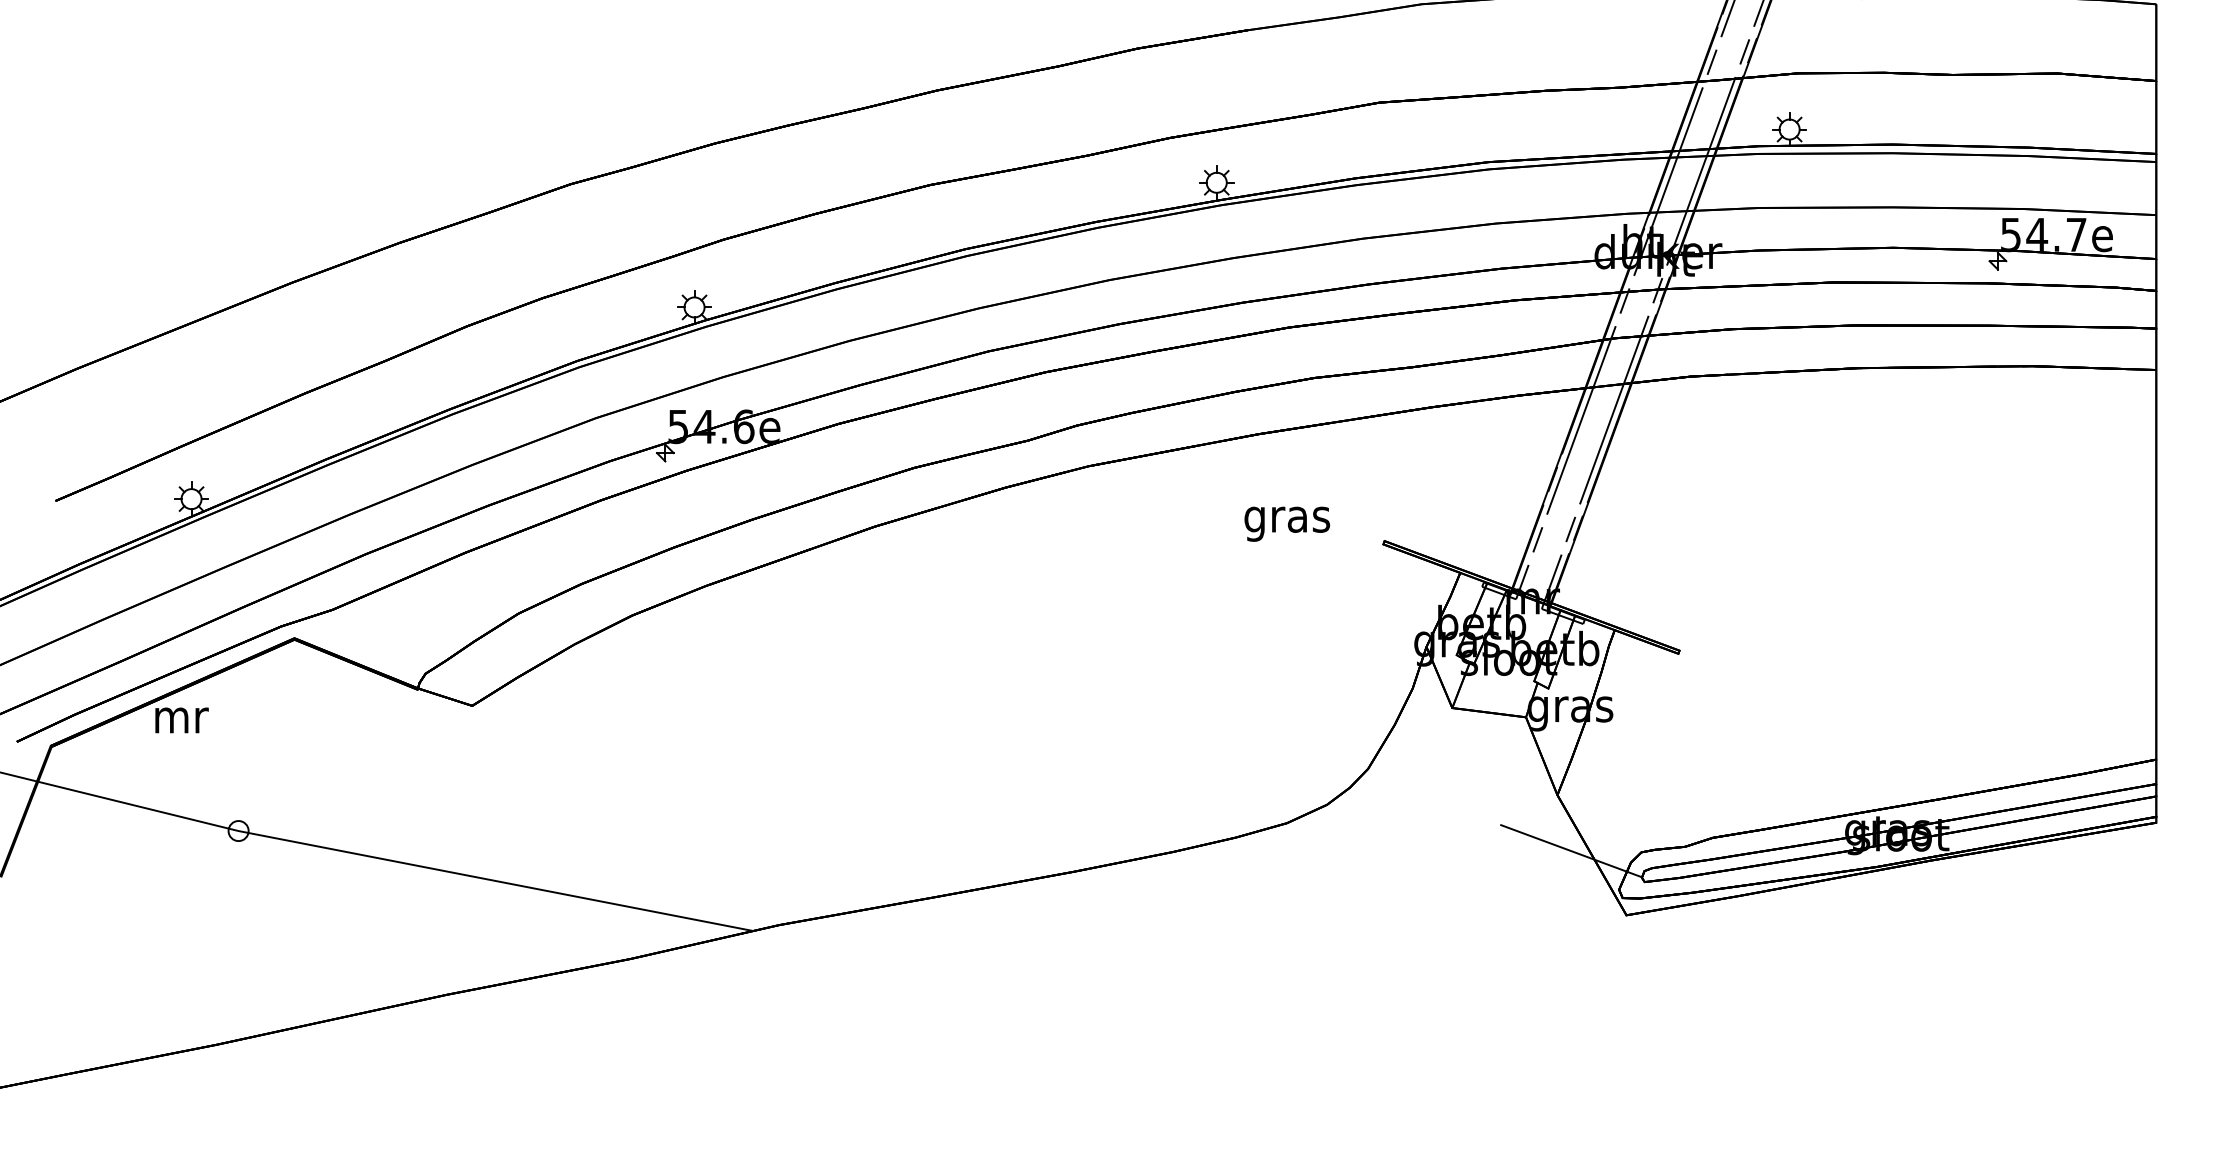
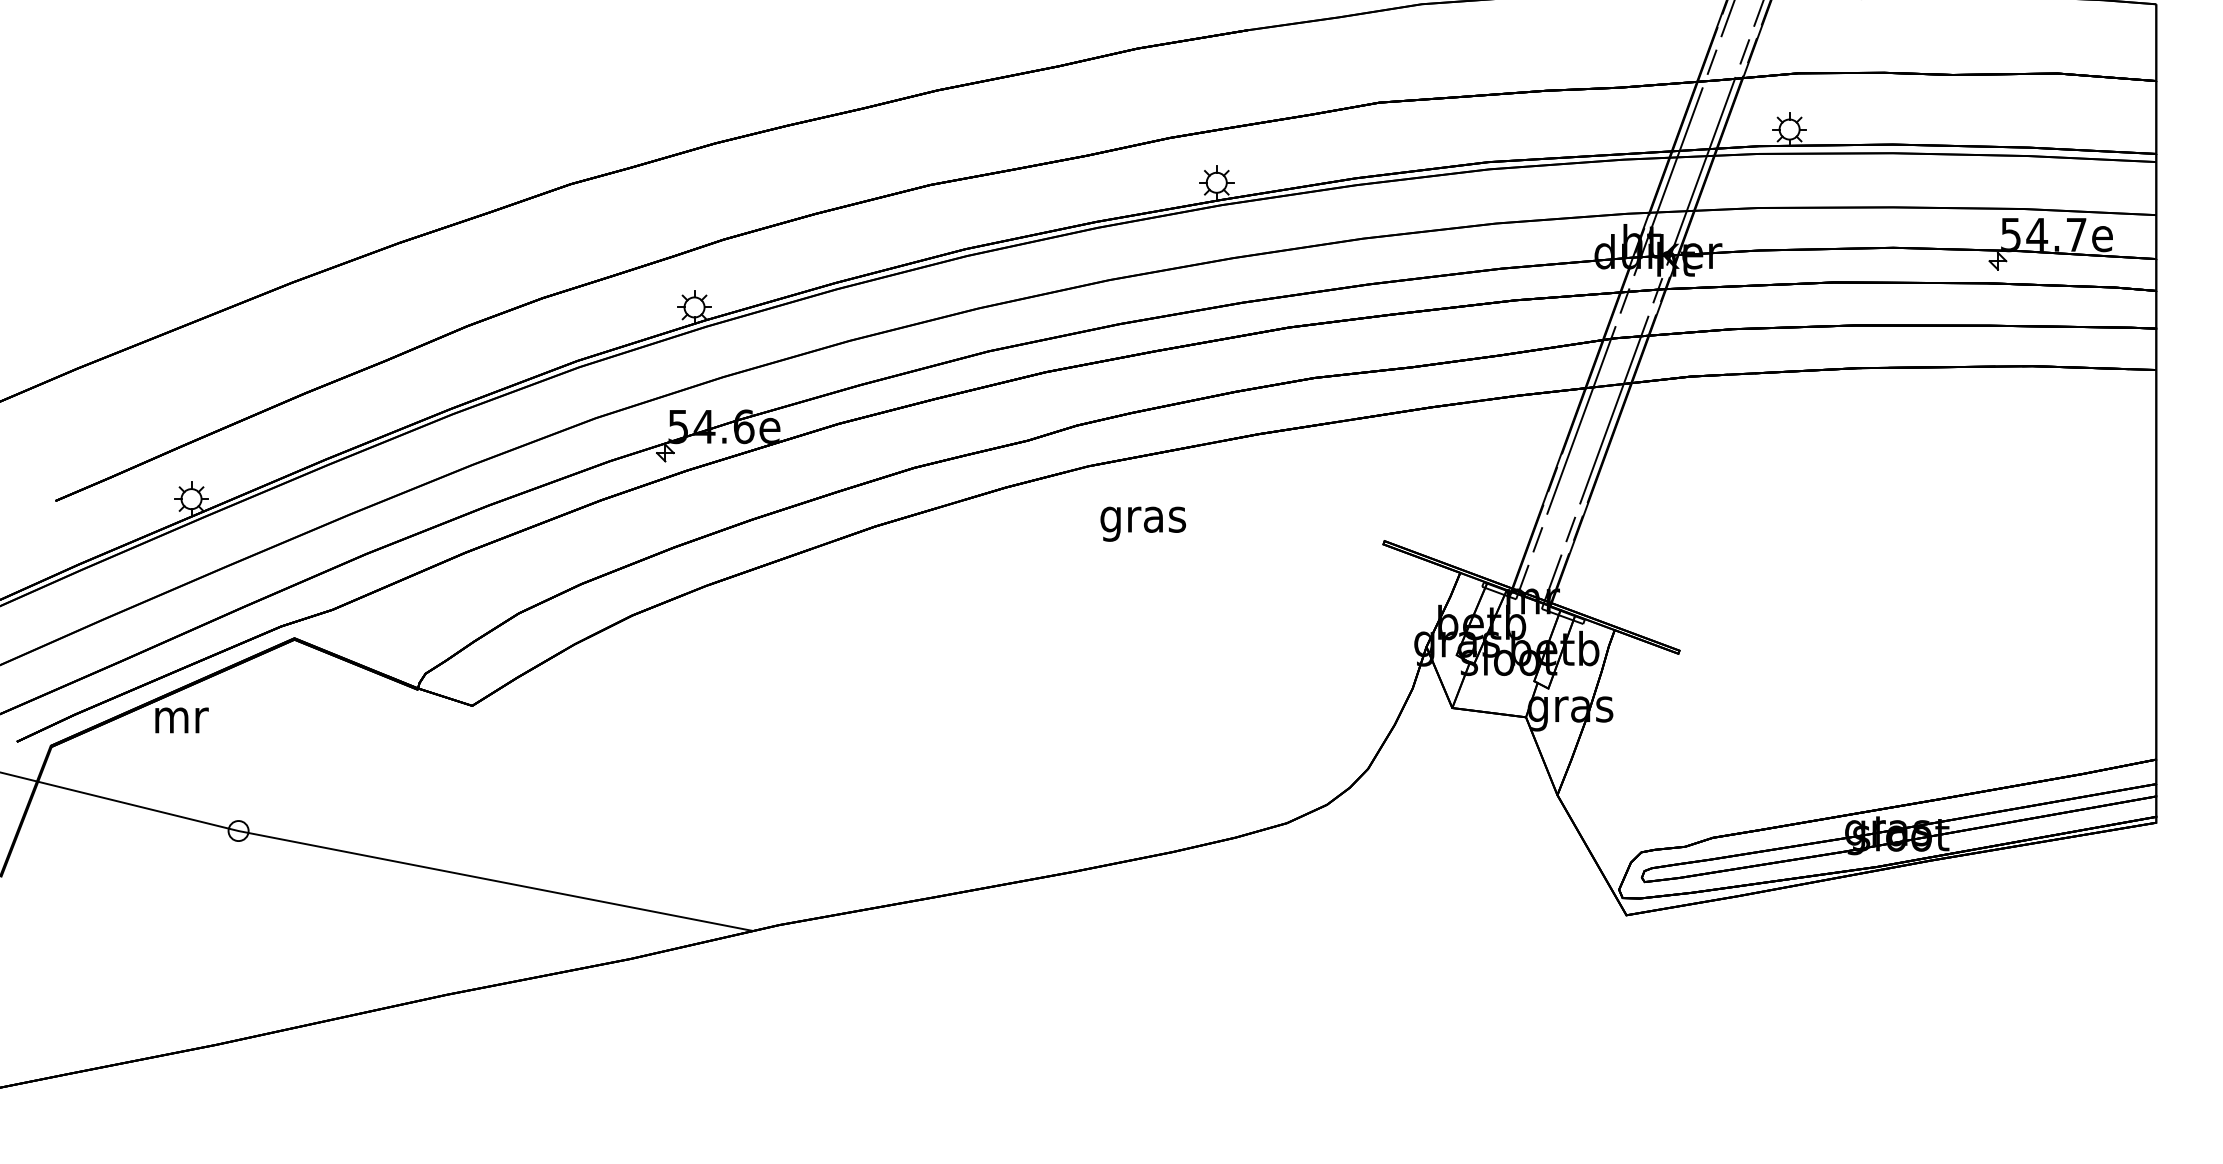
text at (1287, 523) position: (1287, 523) -> (1143, 523)
line at (1570, 850): present -> none
